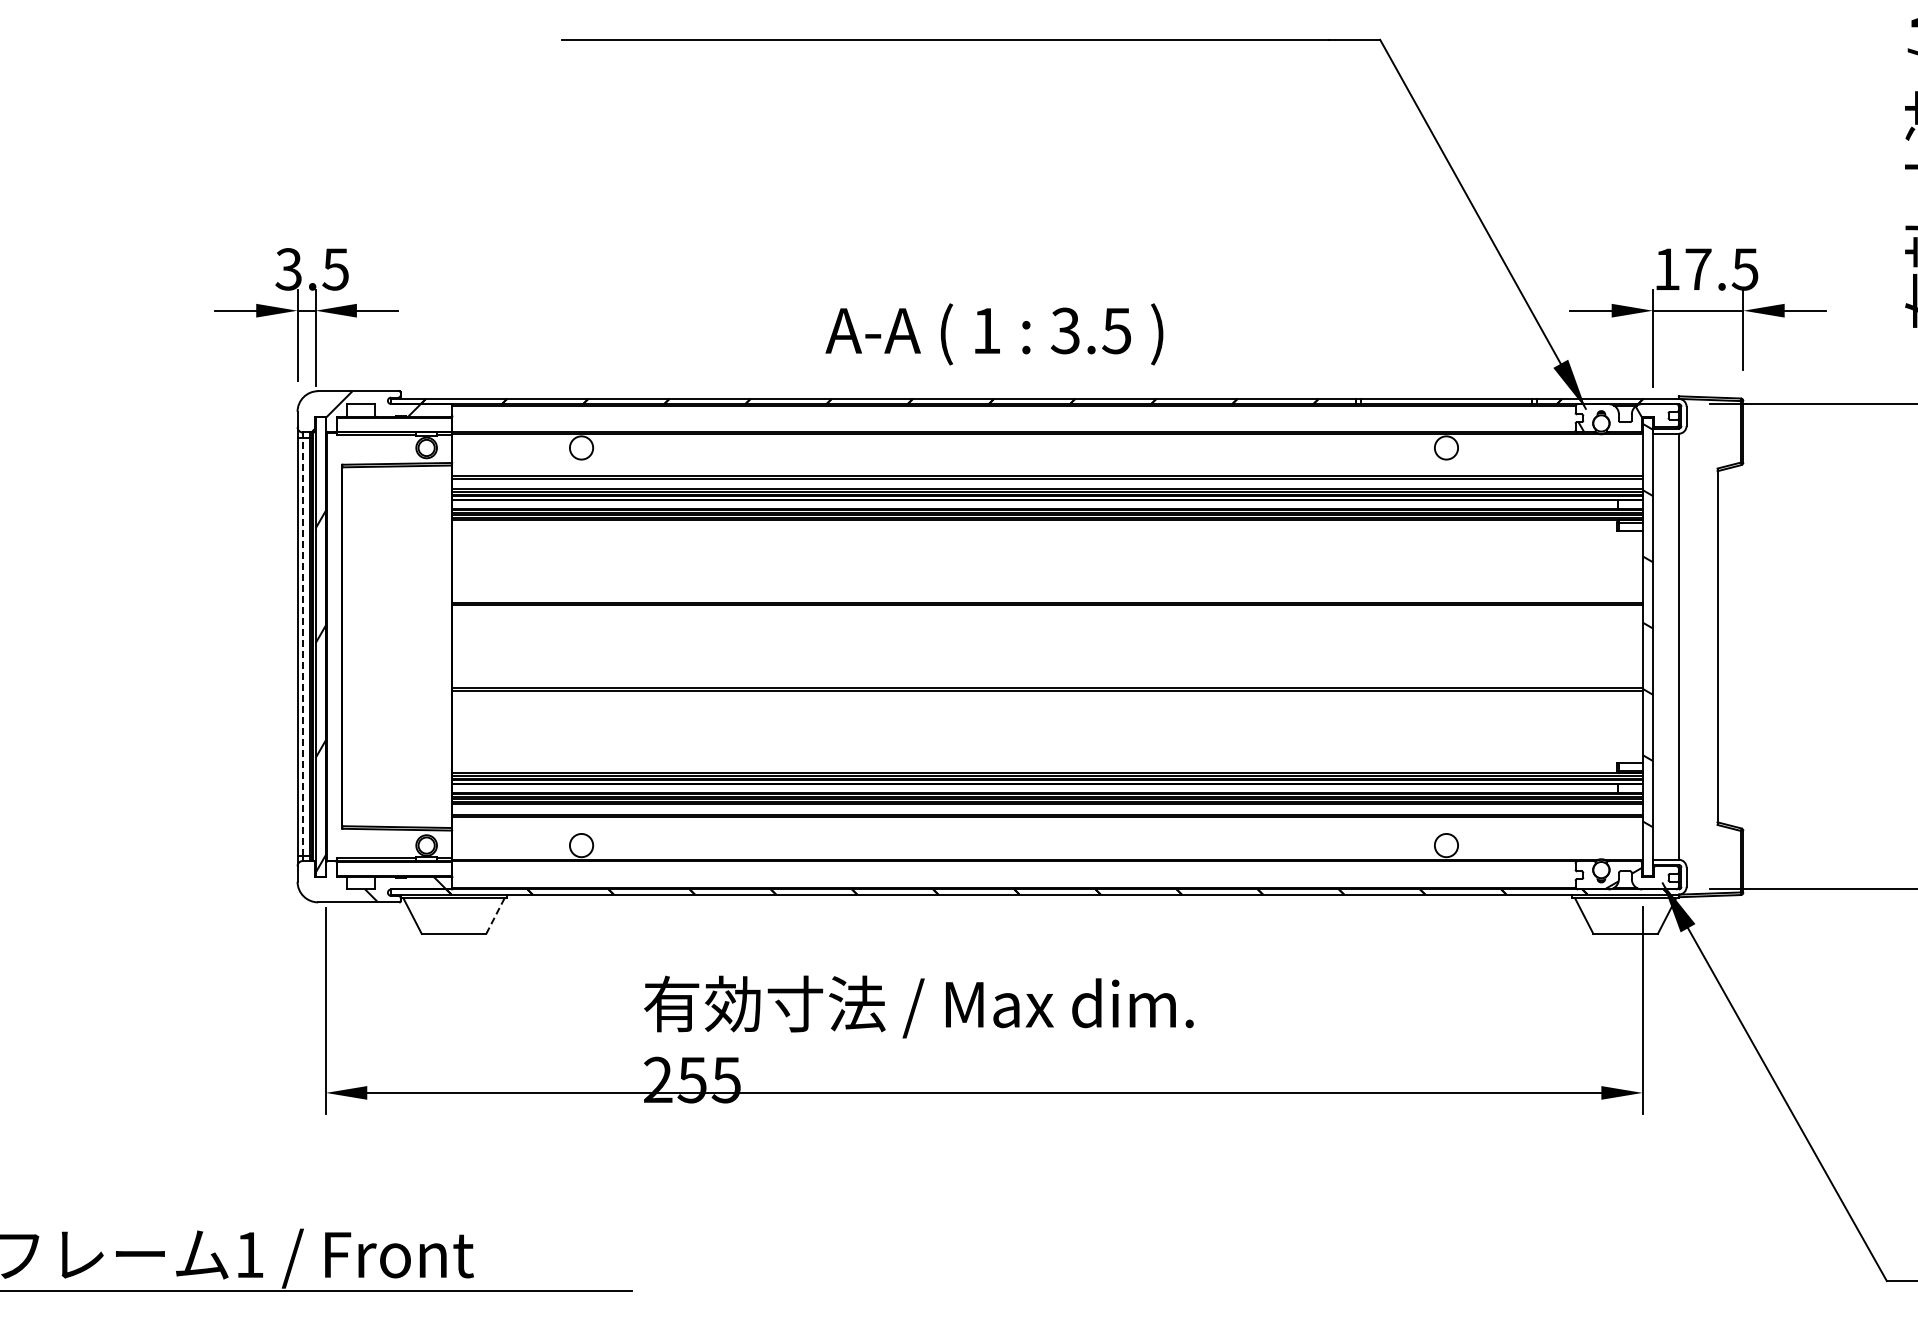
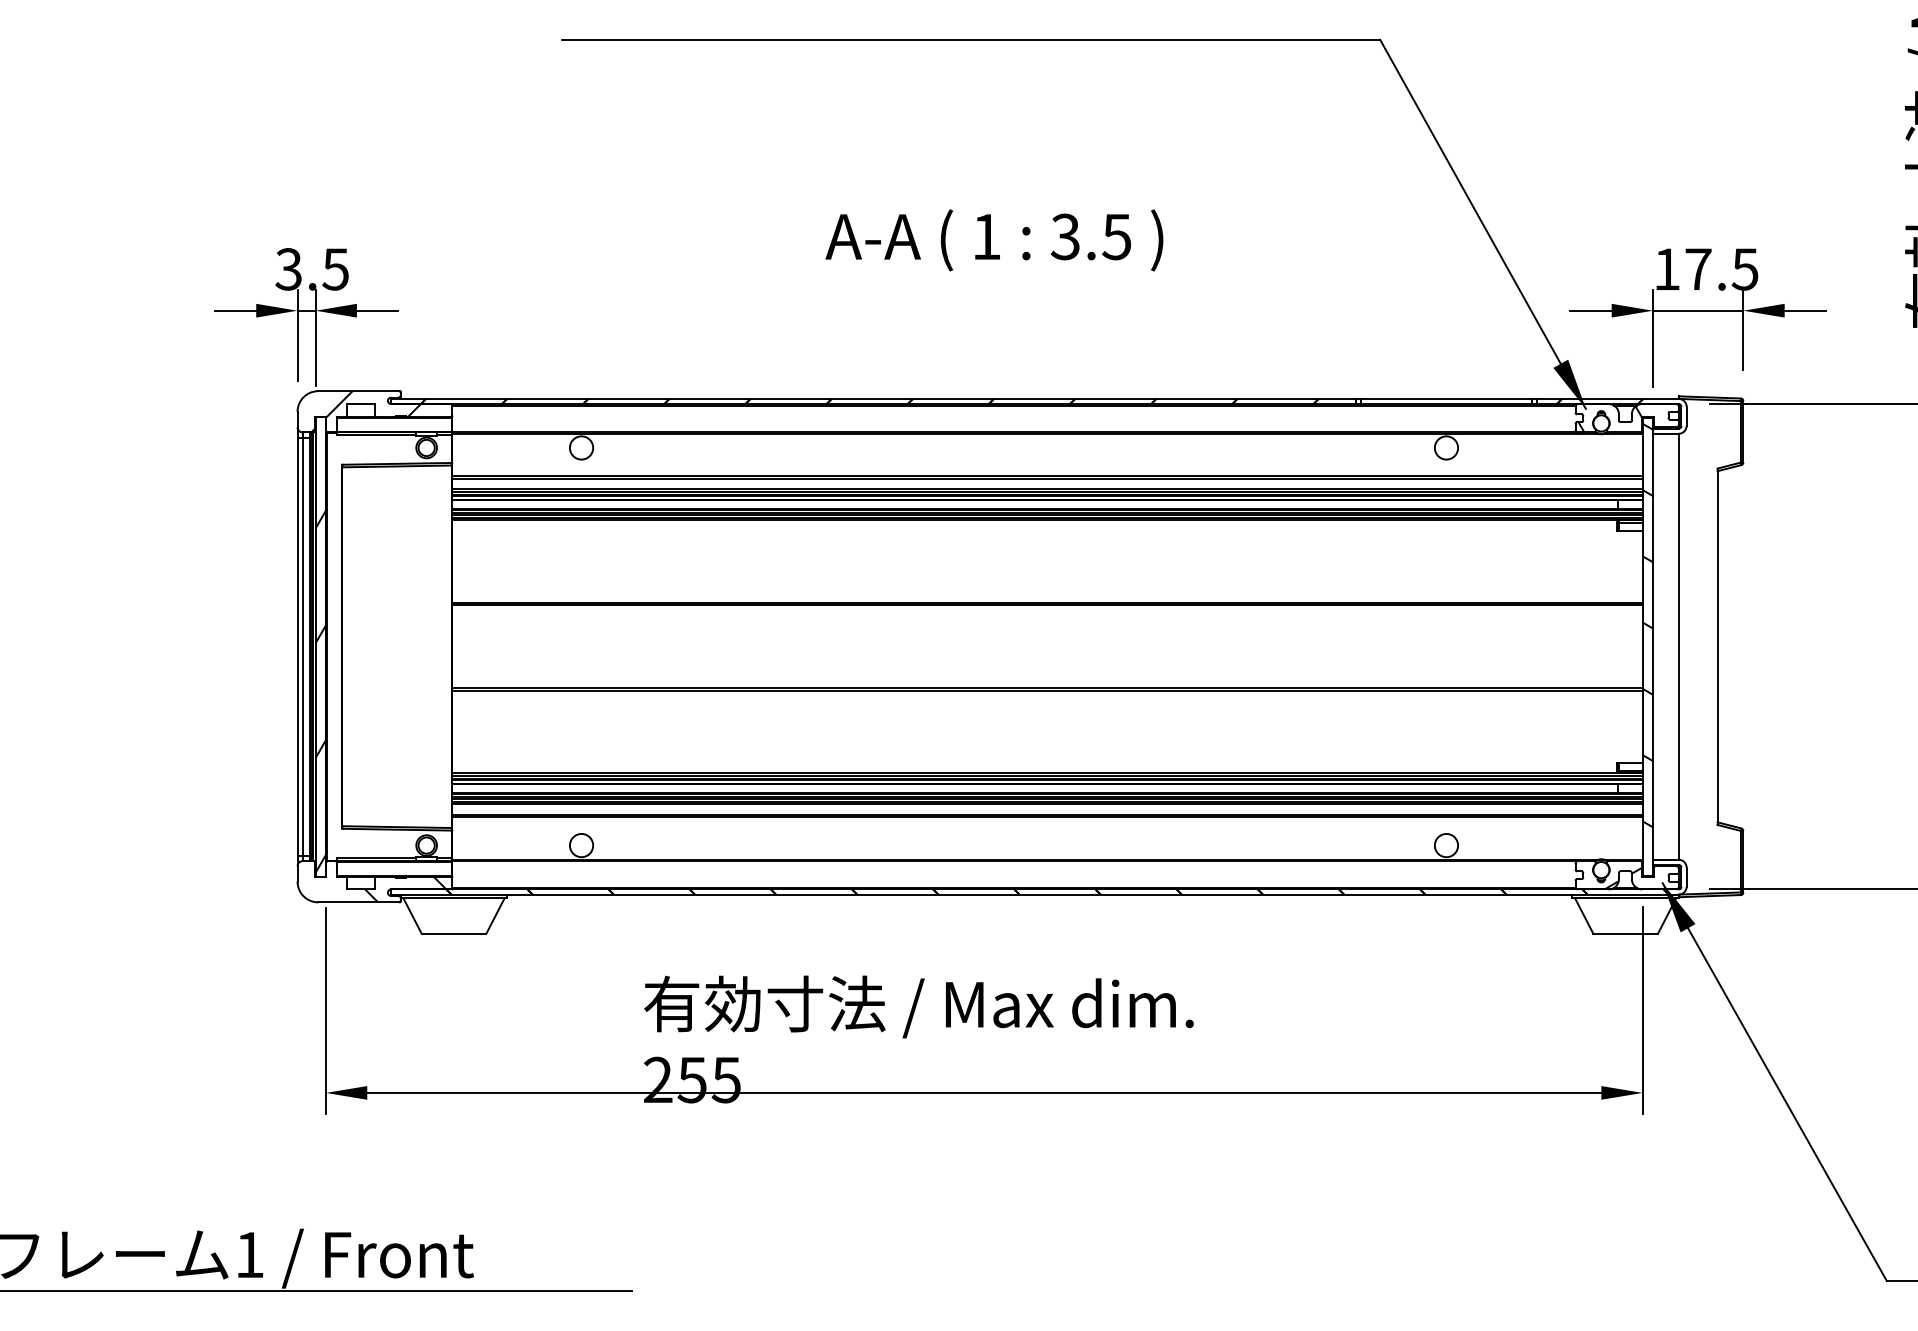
text at (994, 334) position: (994, 334) -> (994, 240)
line at (302, 646): dashed -> solid
line at (495, 915): dashed -> solid
